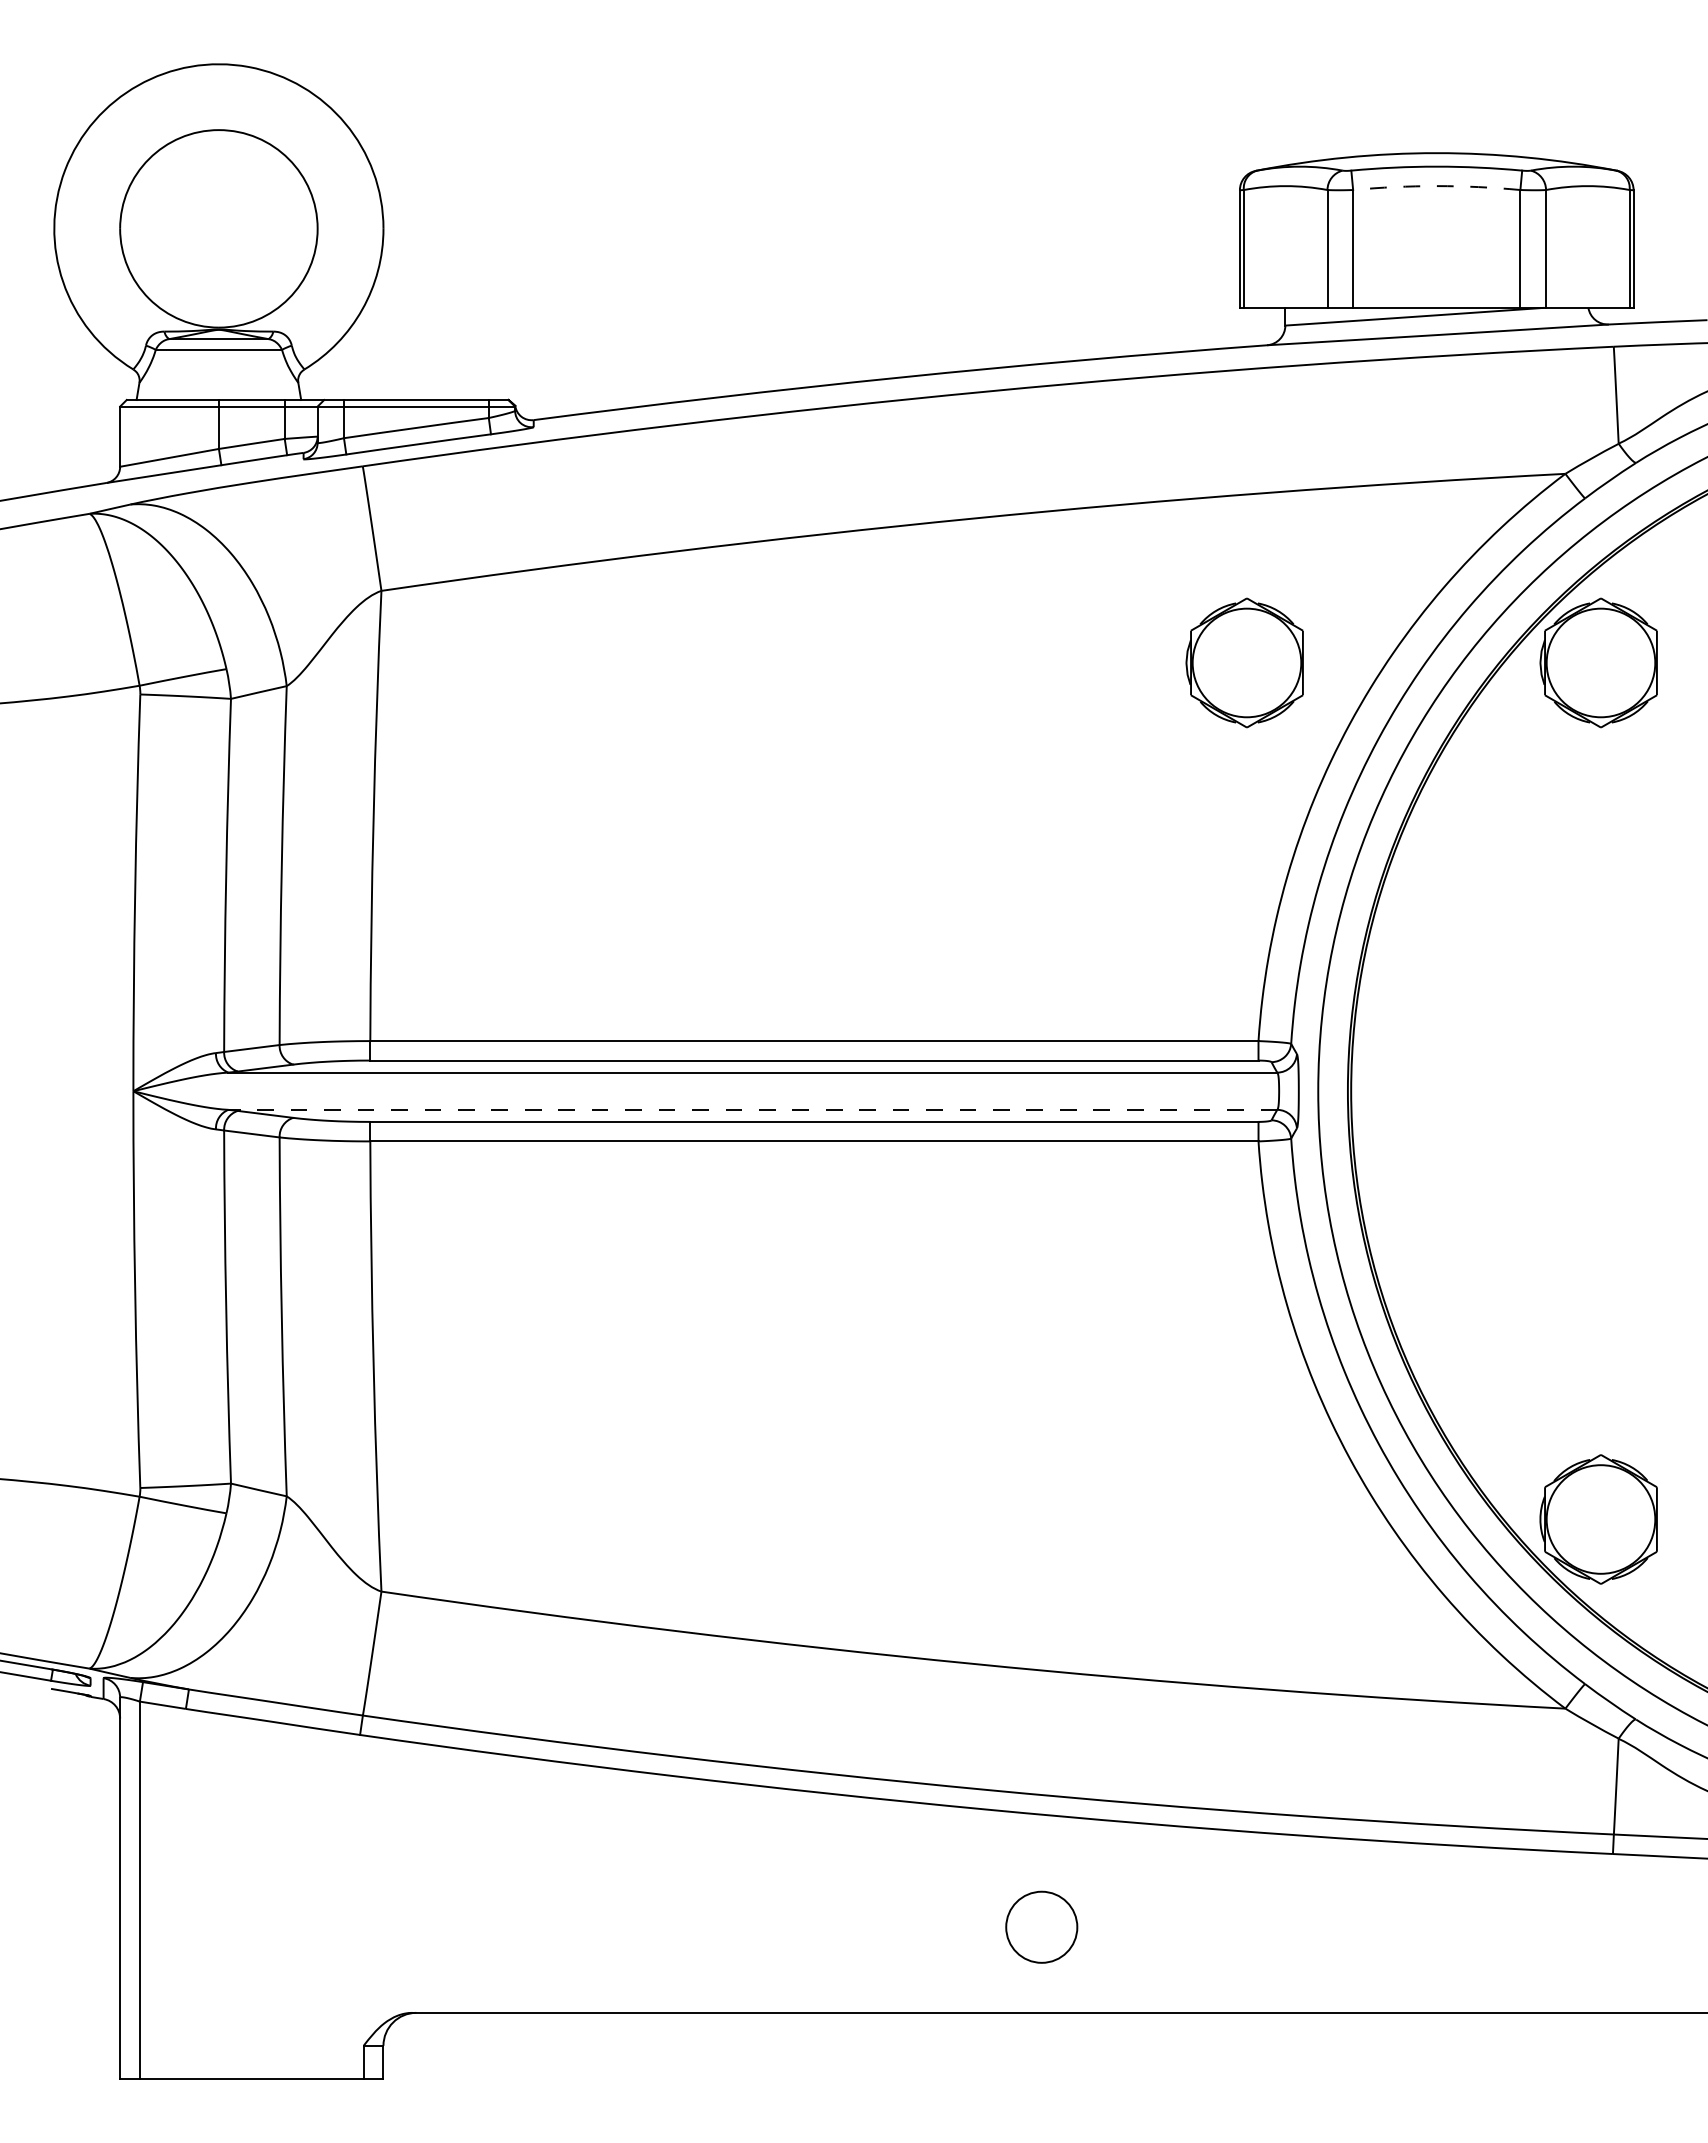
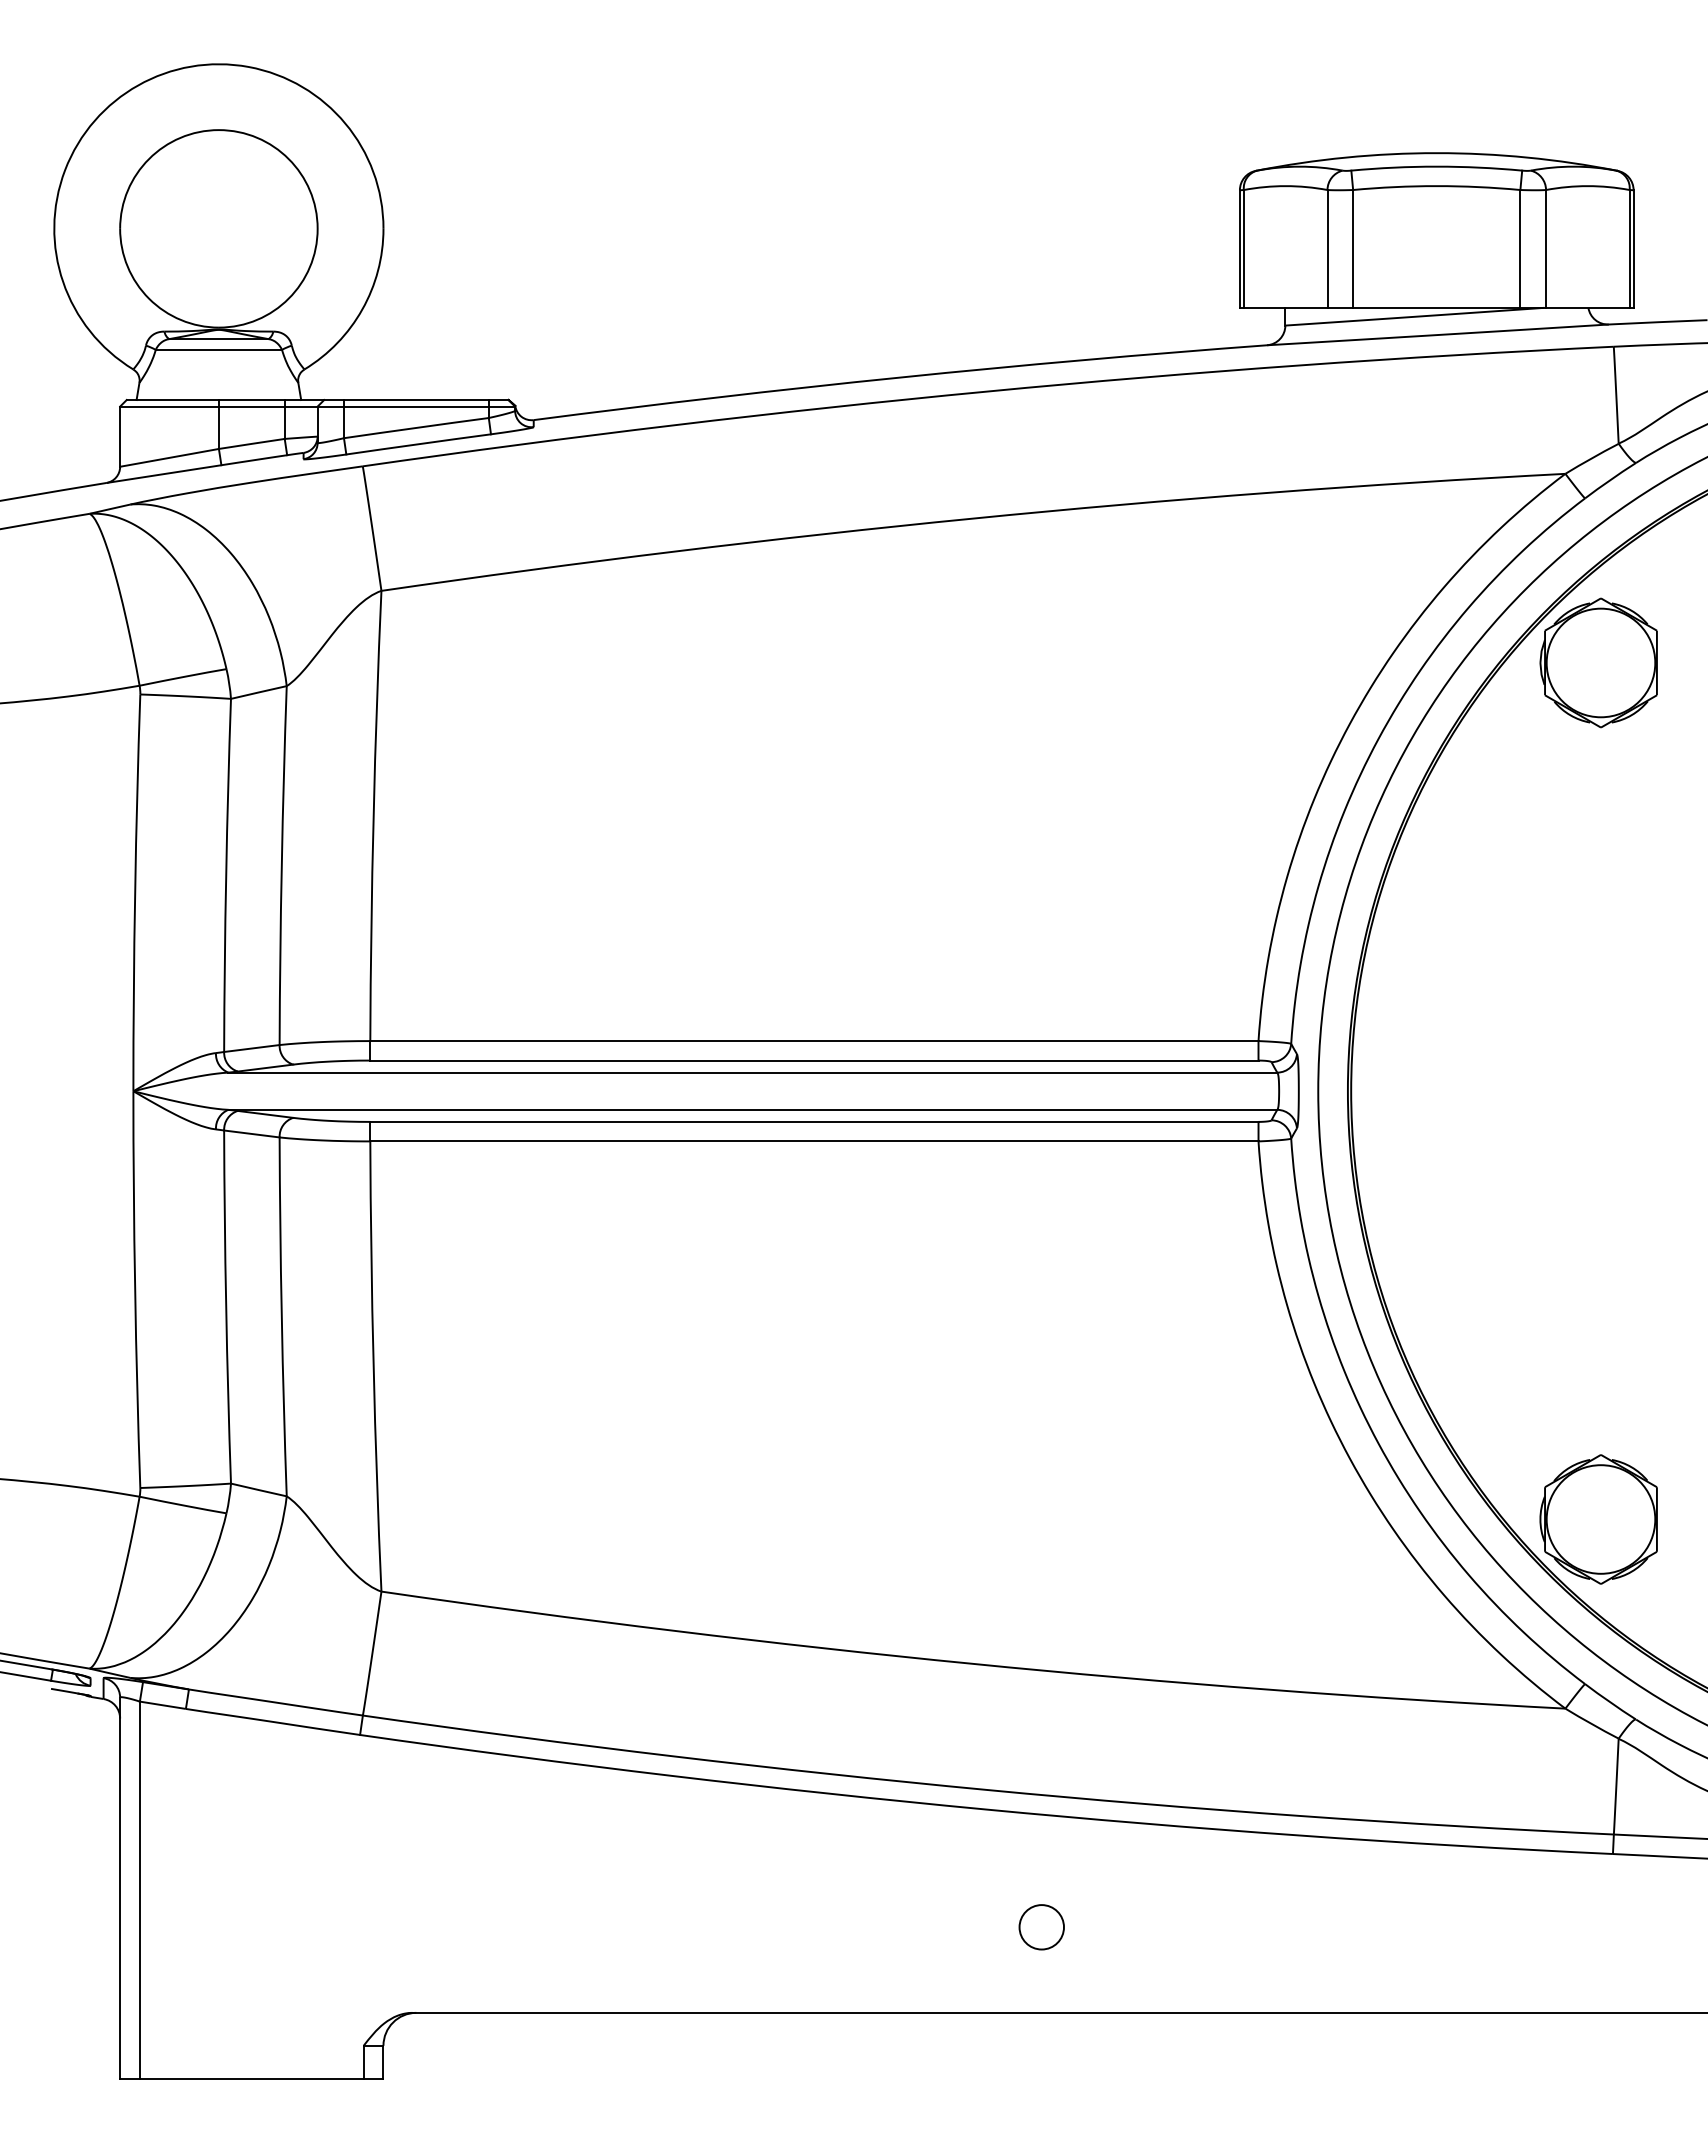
arc at (1436, 186): dashed -> solid
part at (1244, 662): present -> none
line at (752, 1109): dashed -> solid
circle at (1041, 1926) diameter: 71 px -> 44 px
